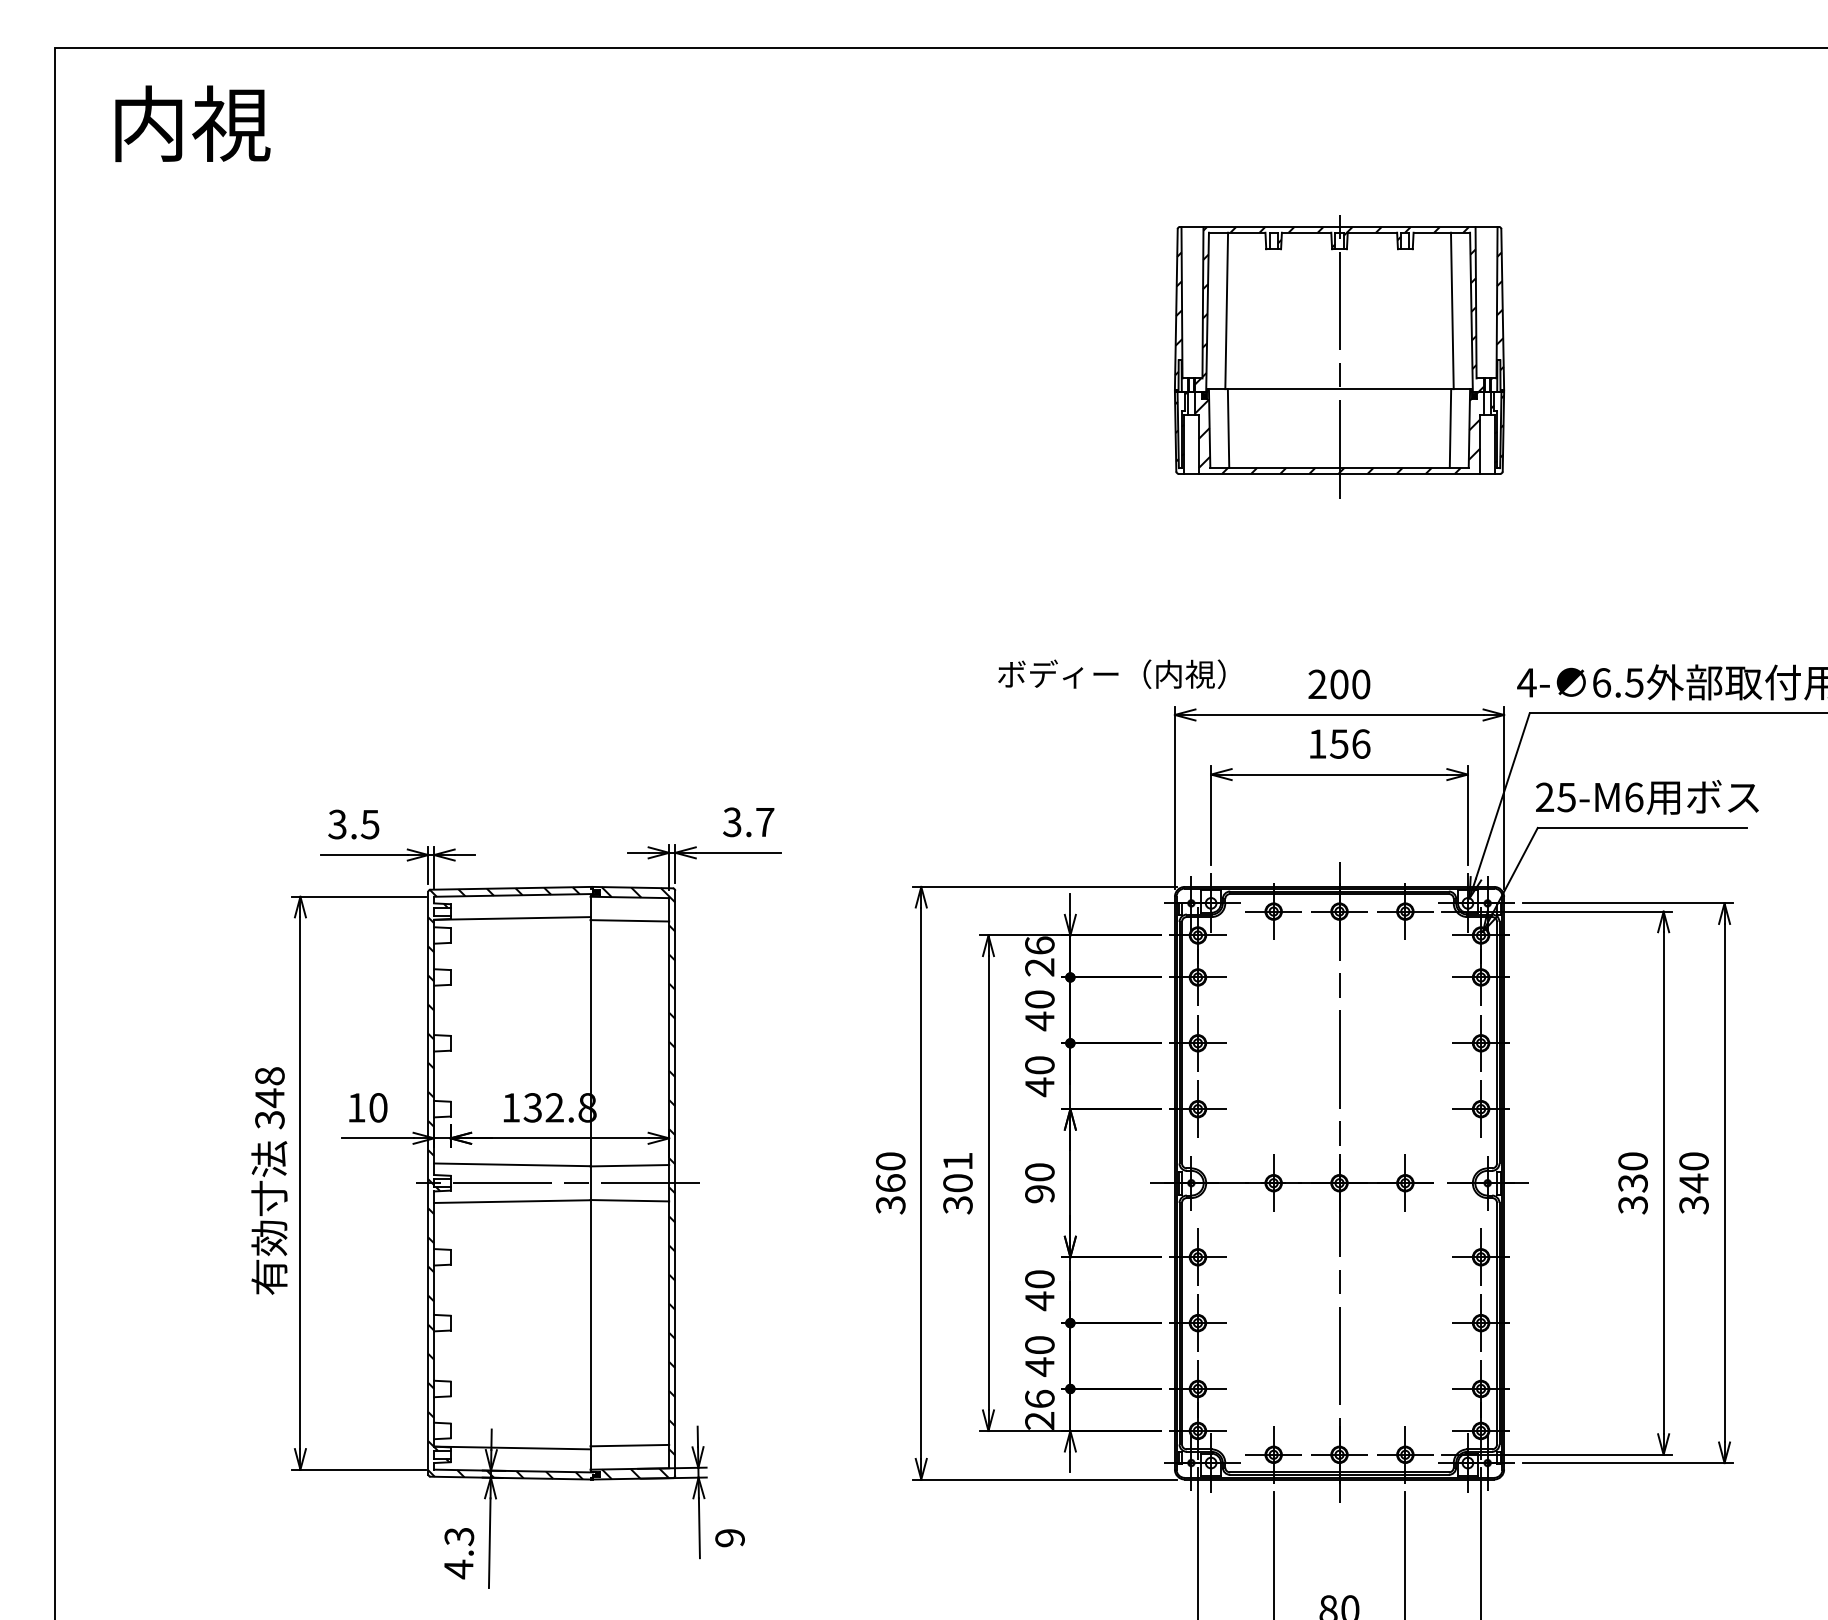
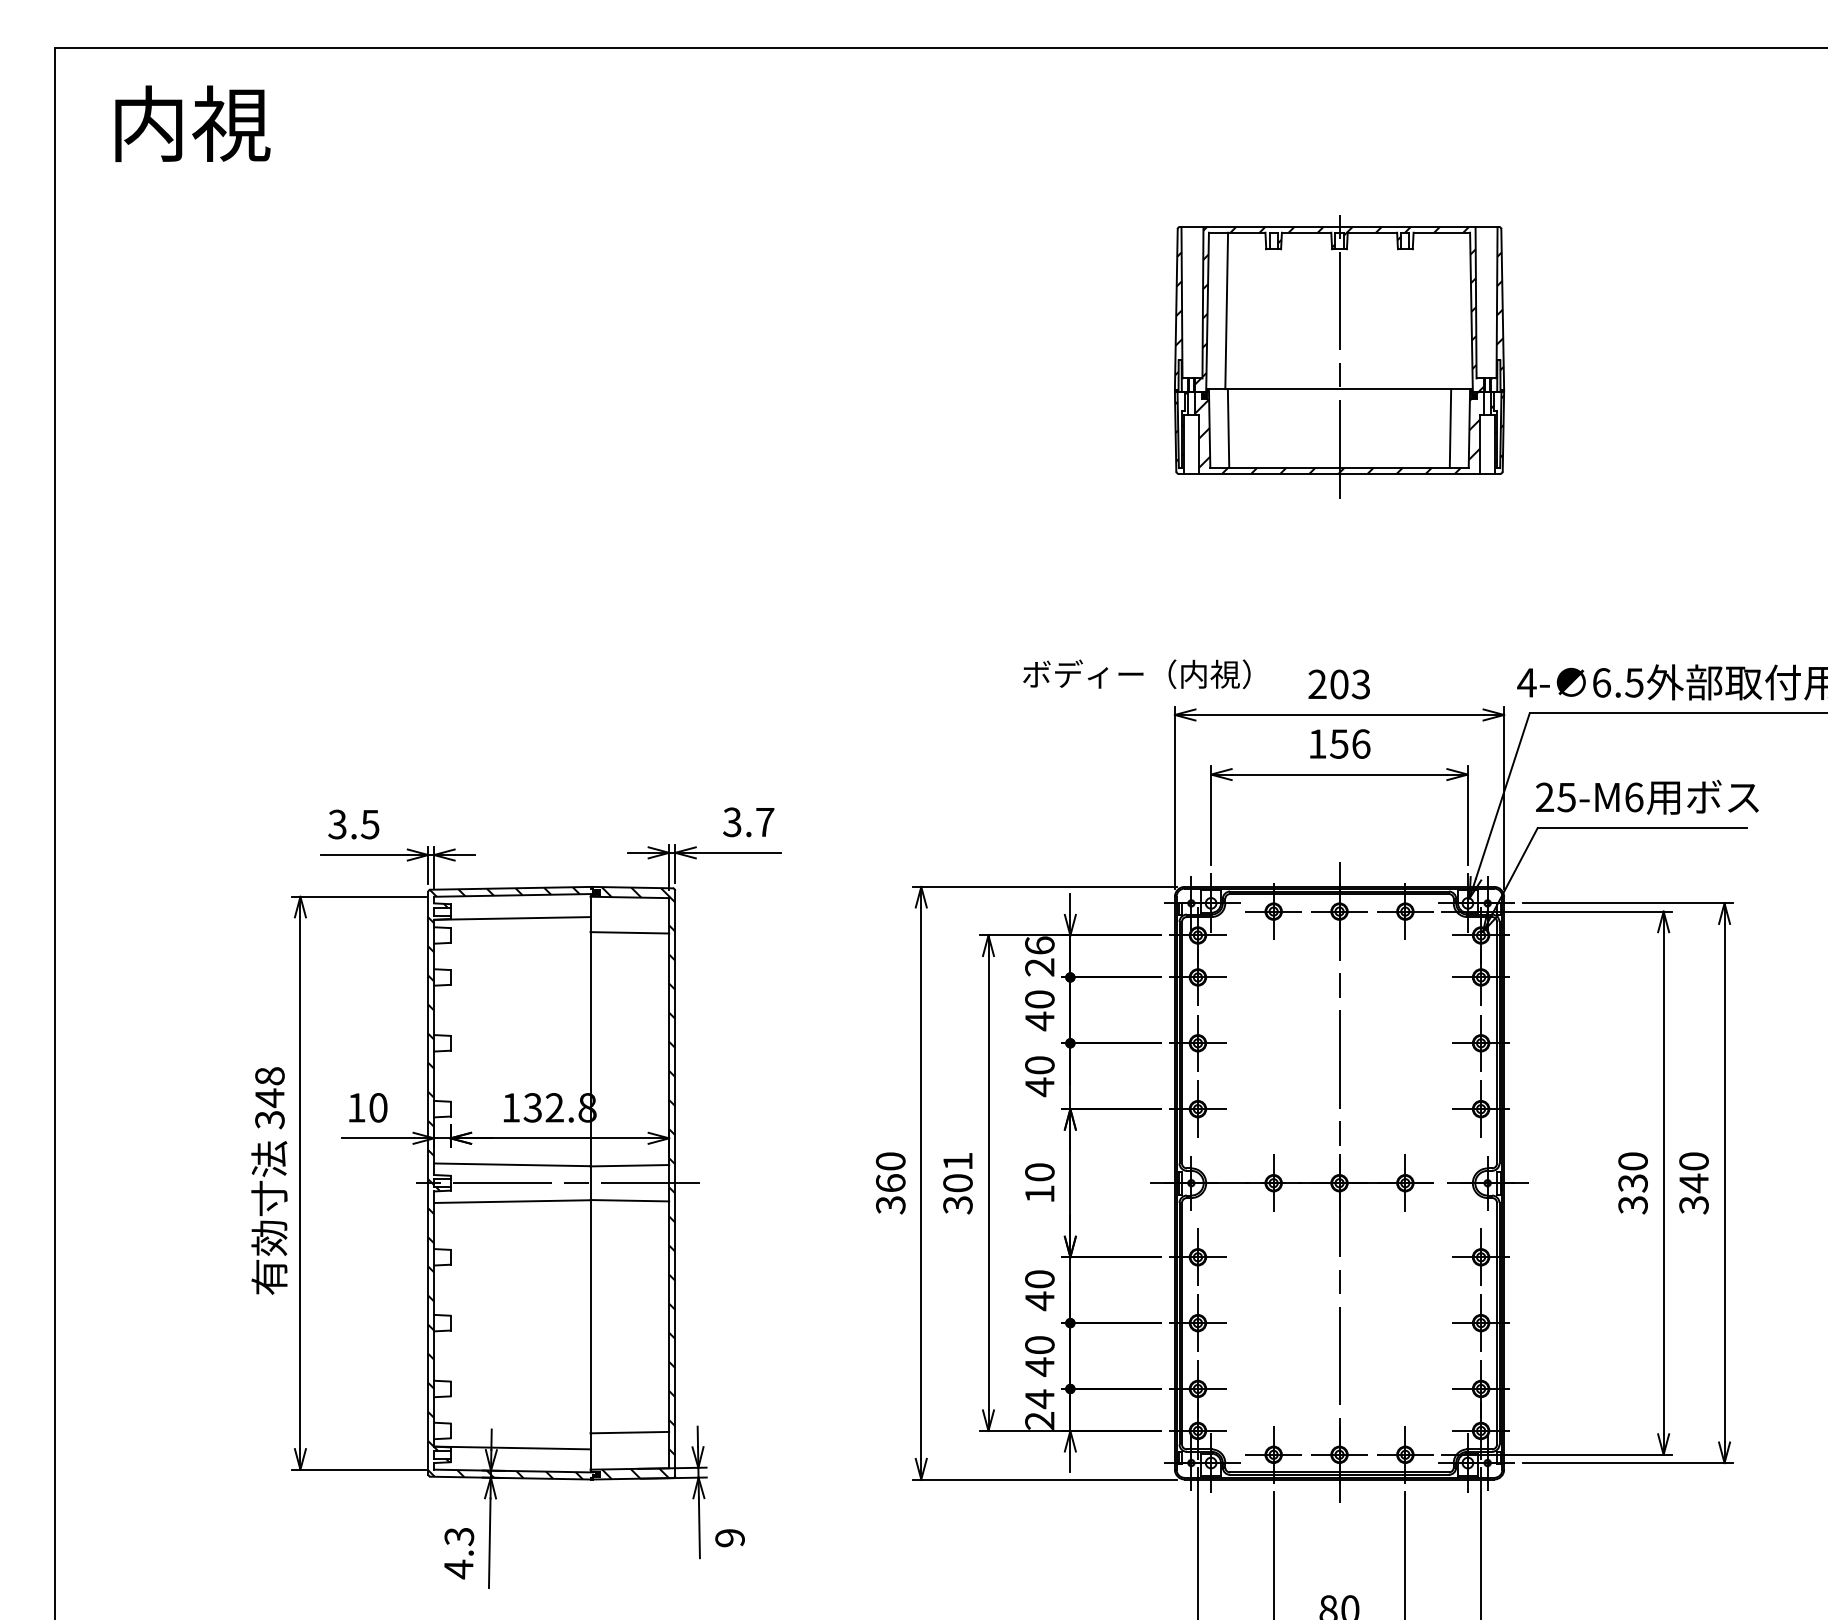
line at (1451, 310): present -> none
text at (1111, 673) position: (1111, 673) -> (1136, 673)
text at (1360, 684): 200 -> 203
line at (629, 920) position: (629, 920) -> (629, 932)
text at (1039, 1194): 90 -> 10
text at (1039, 1399): 26 -> 24
line at (629, 1445) position: (629, 1445) -> (629, 1432)
